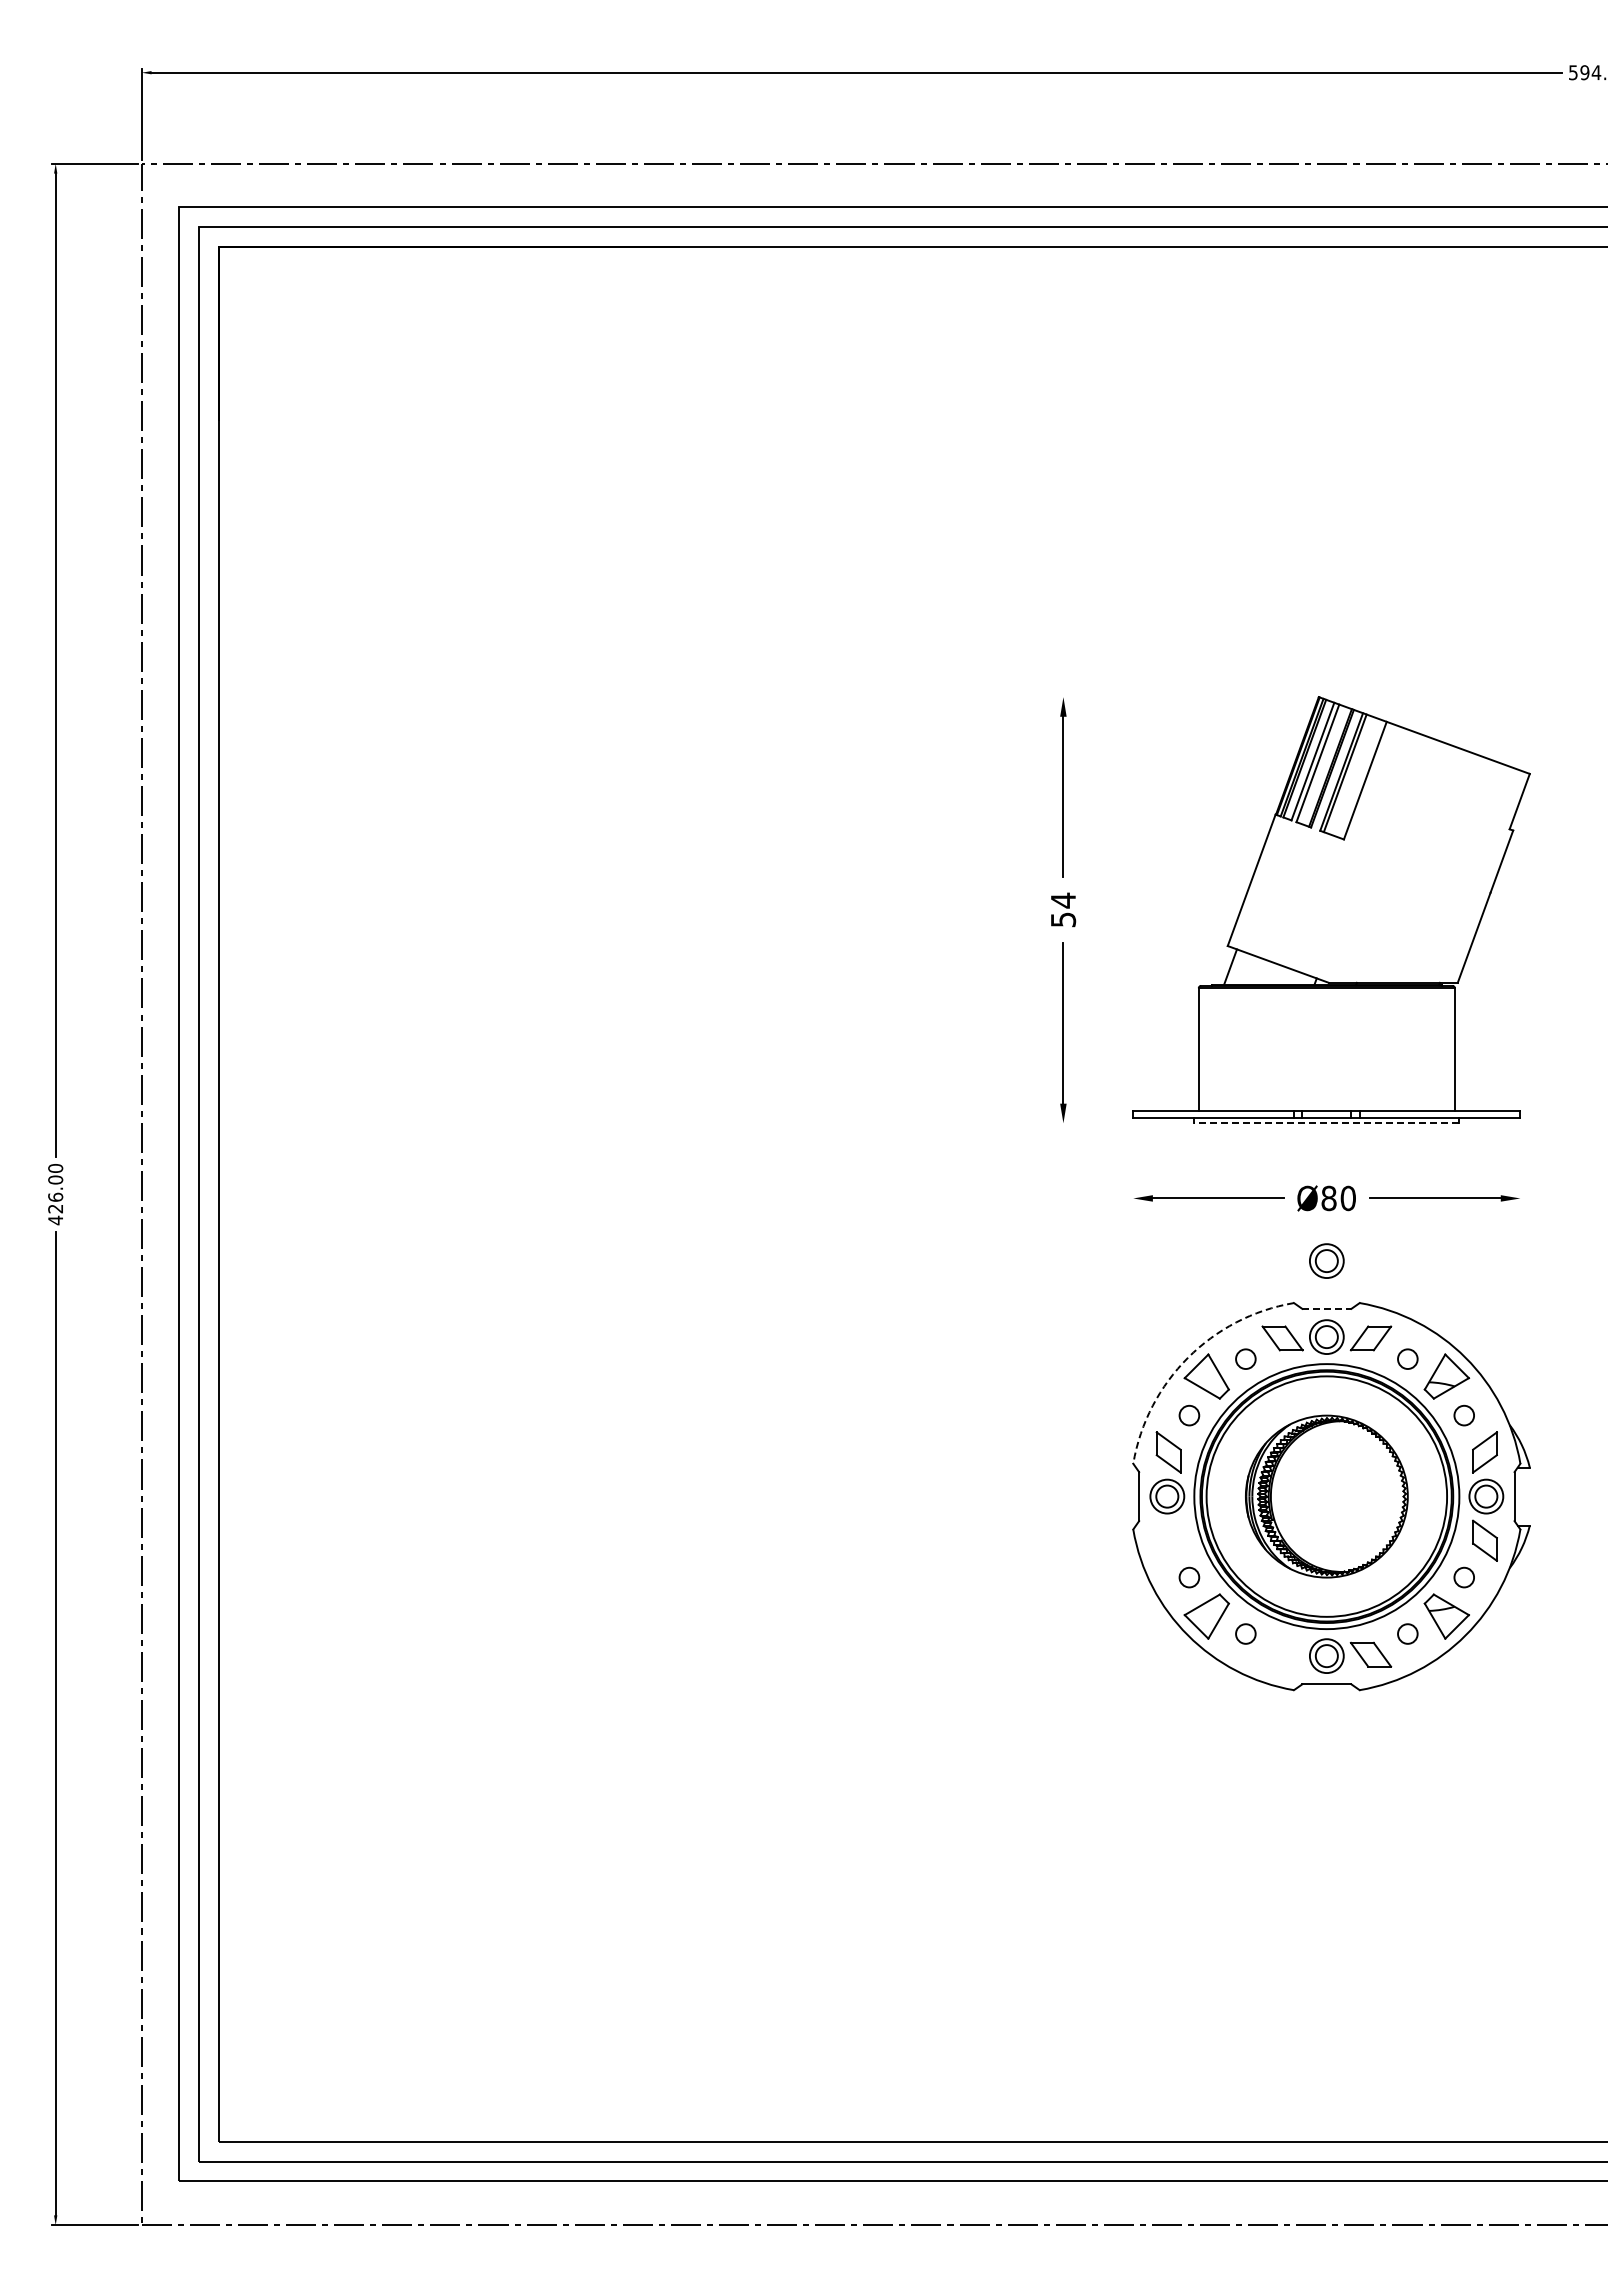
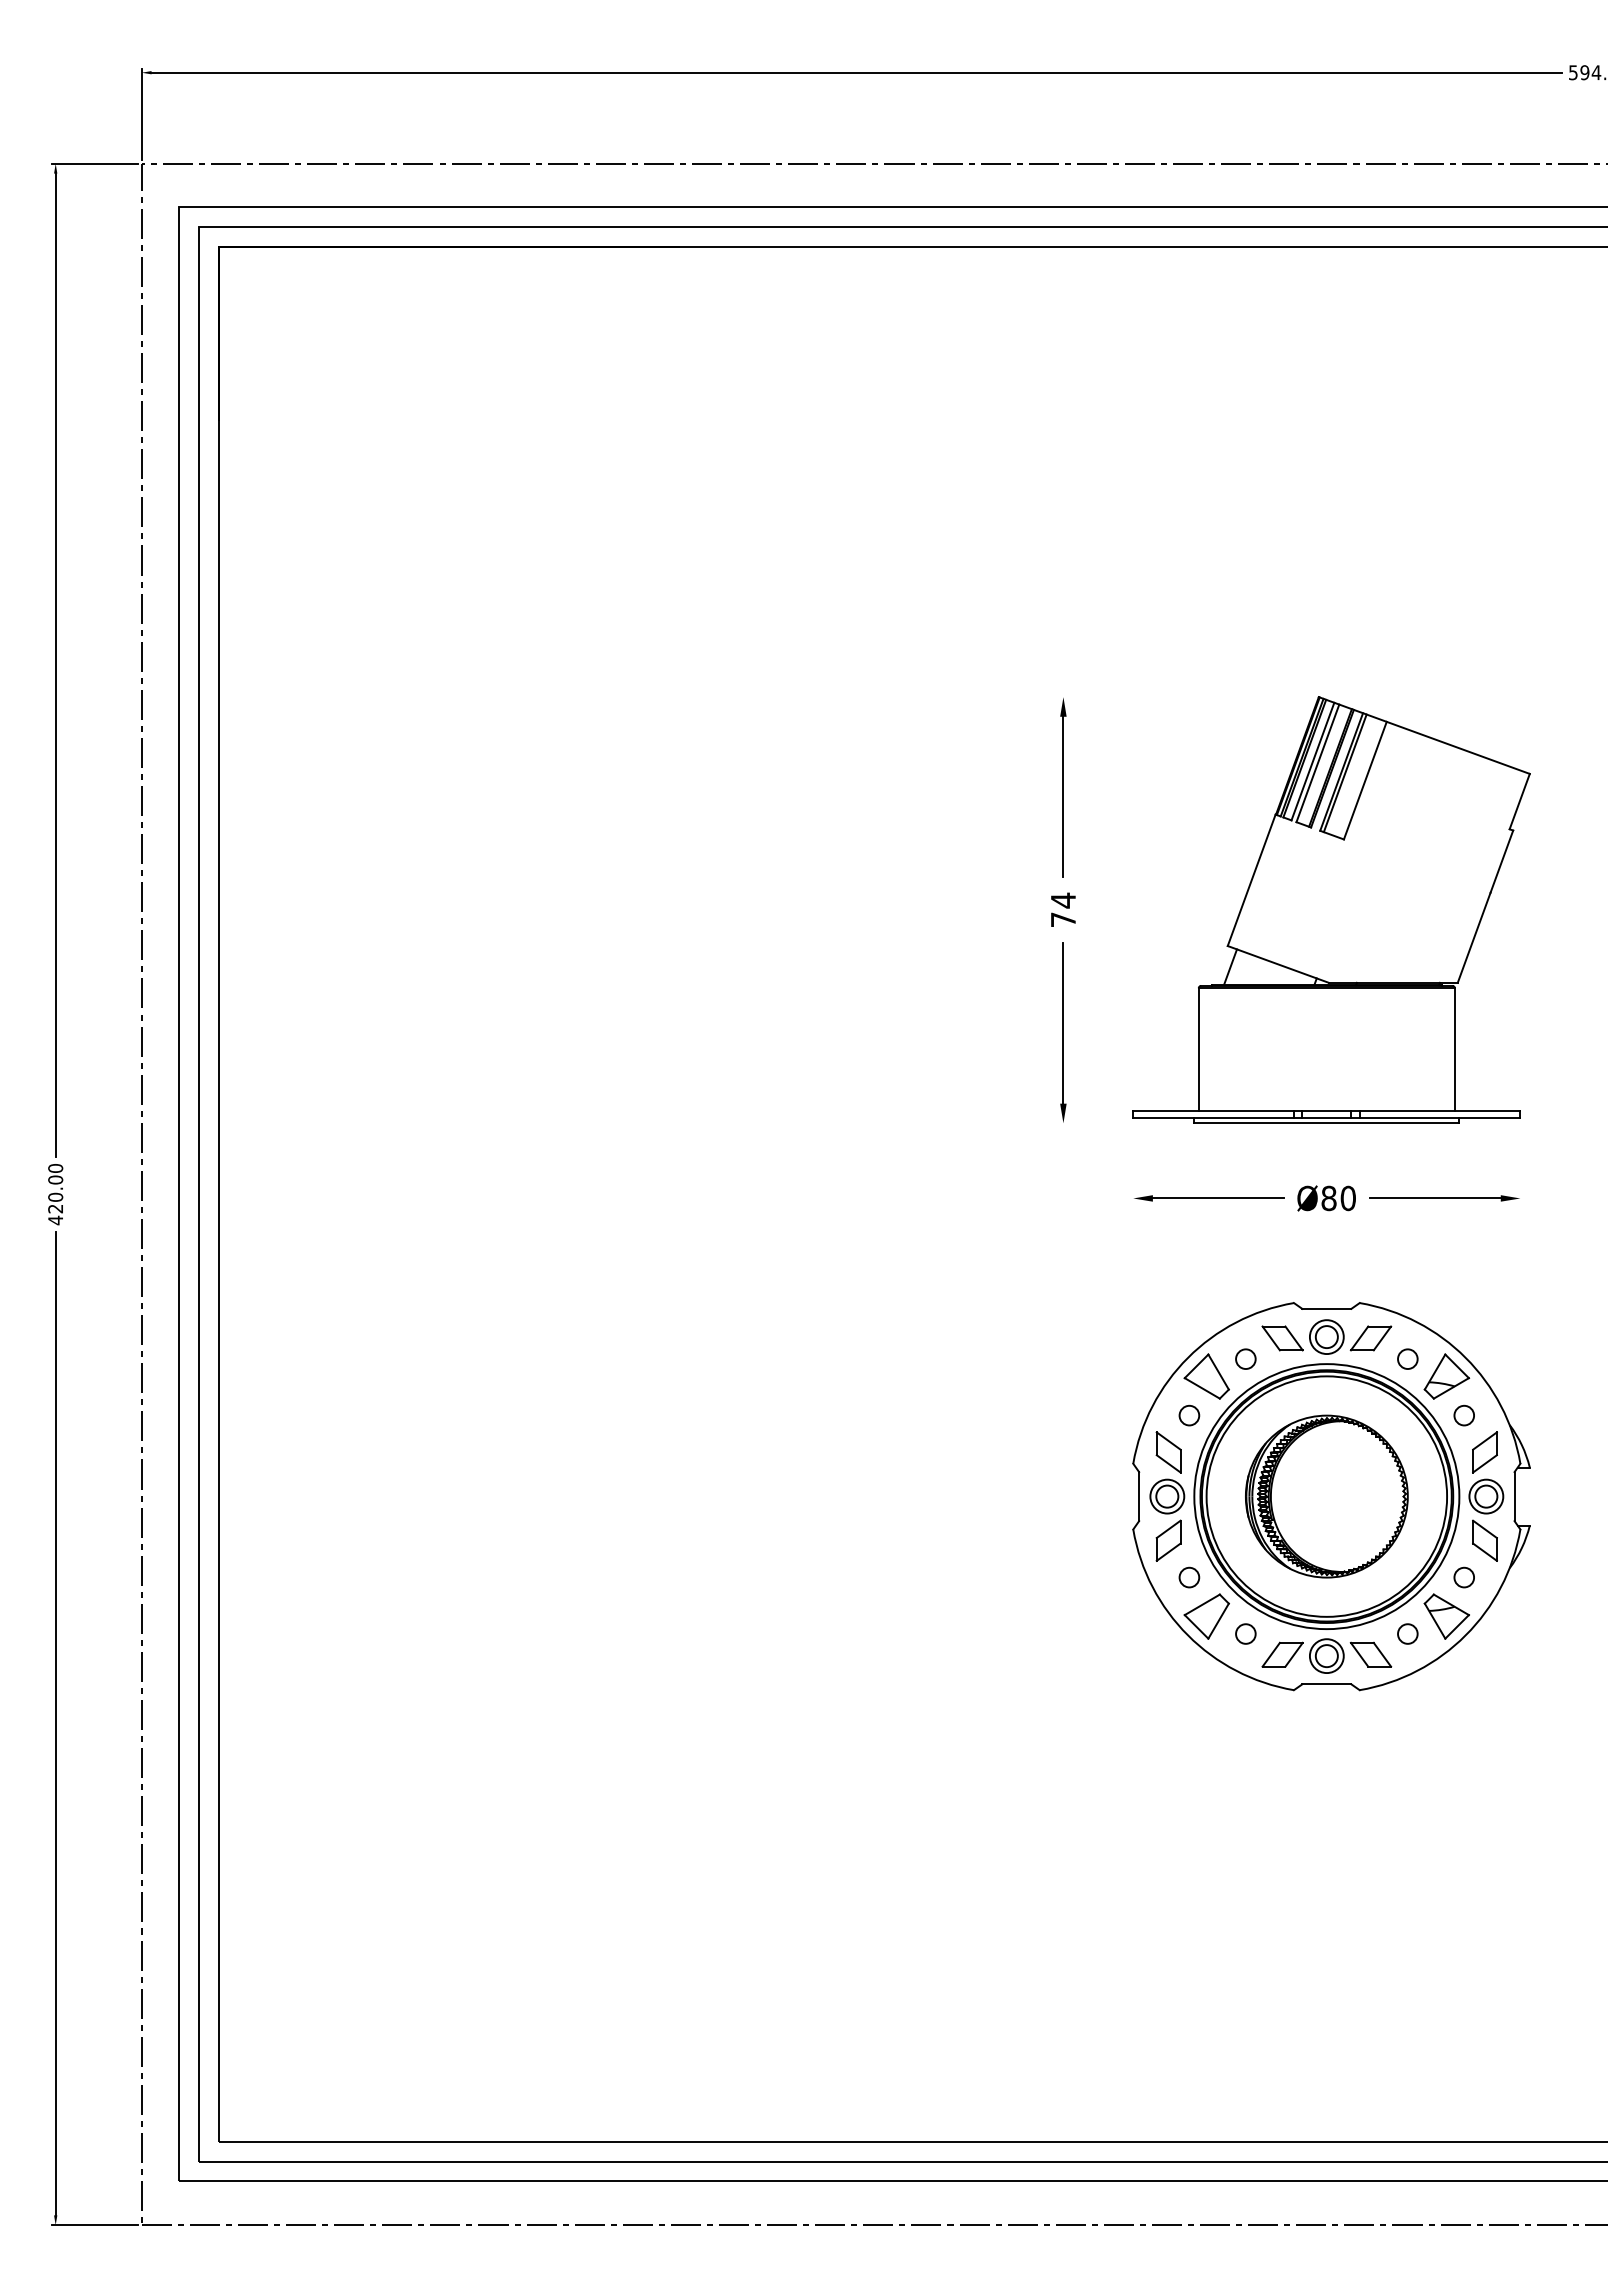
text at (1063, 919): 54 -> 74
line at (1326, 1123): dashed -> solid
text at (55, 1196): 426.00 -> 420.00
part at (1326, 1260): present -> none
line at (1326, 1308): dashed -> solid
arc at (1188, 1357): dashed -> solid
part at (1168, 1540): none -> present
part at (1282, 1654): none -> present
